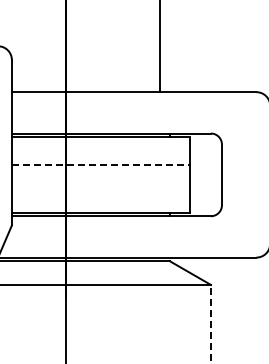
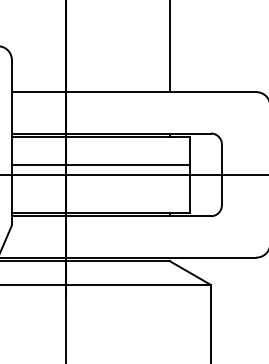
line at (159, 47) position: (159, 47) -> (169, 47)
line at (101, 164): dashed -> solid
line at (133, 174): none -> present
line at (210, 323): dashed -> solid
